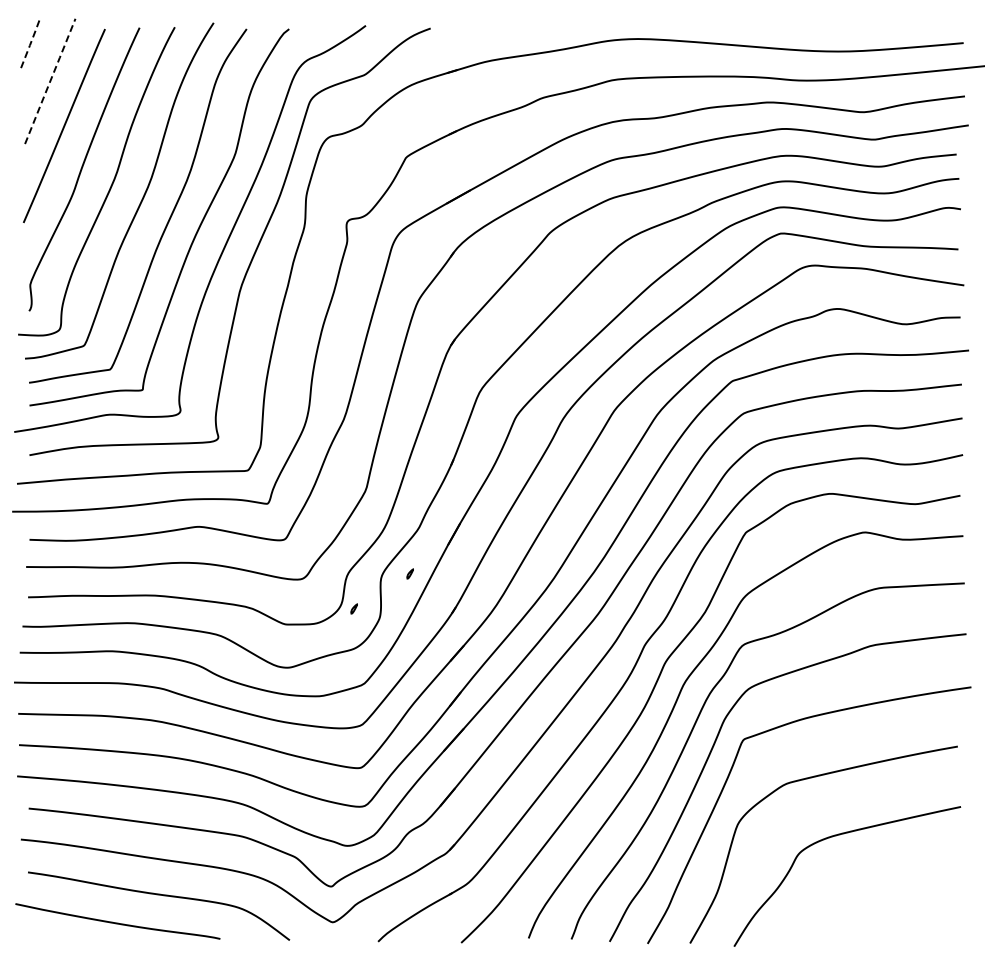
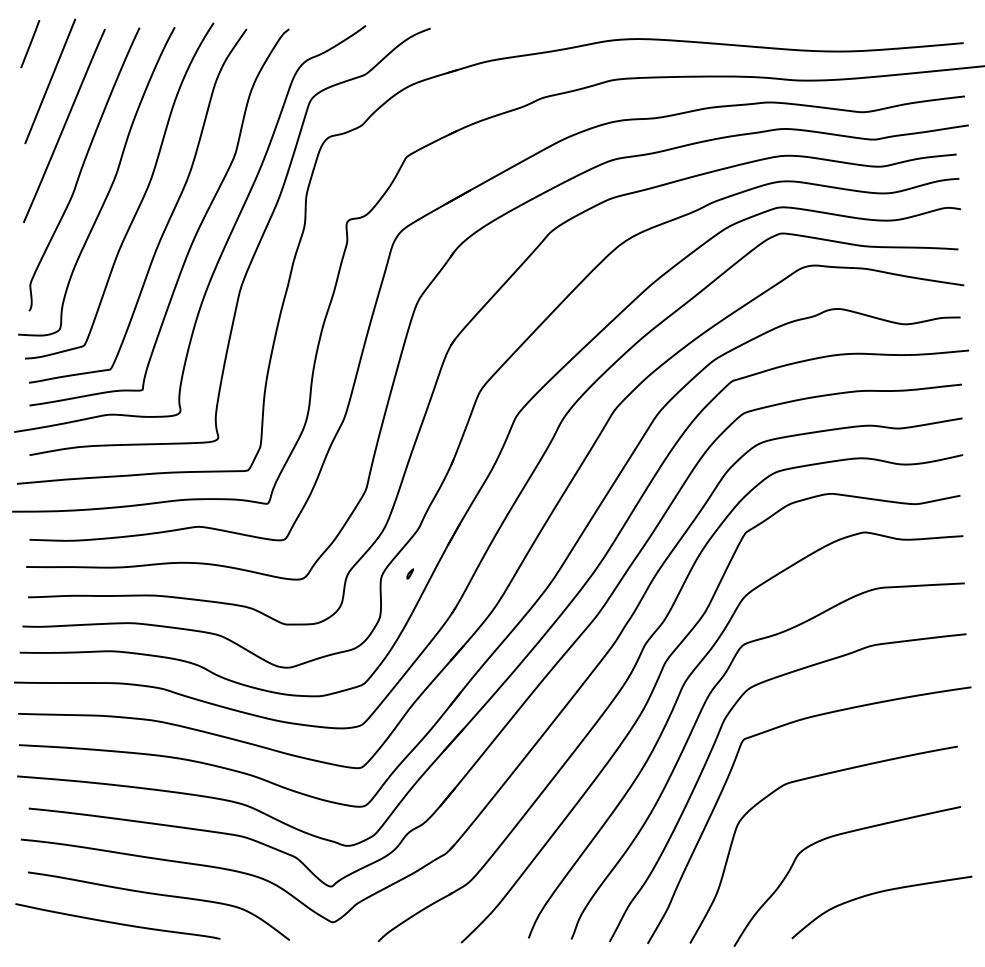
line at (30, 43): dashed -> solid
line at (50, 81): dashed -> solid
part at (353, 608): present -> none
curve at (878, 893): none -> present
